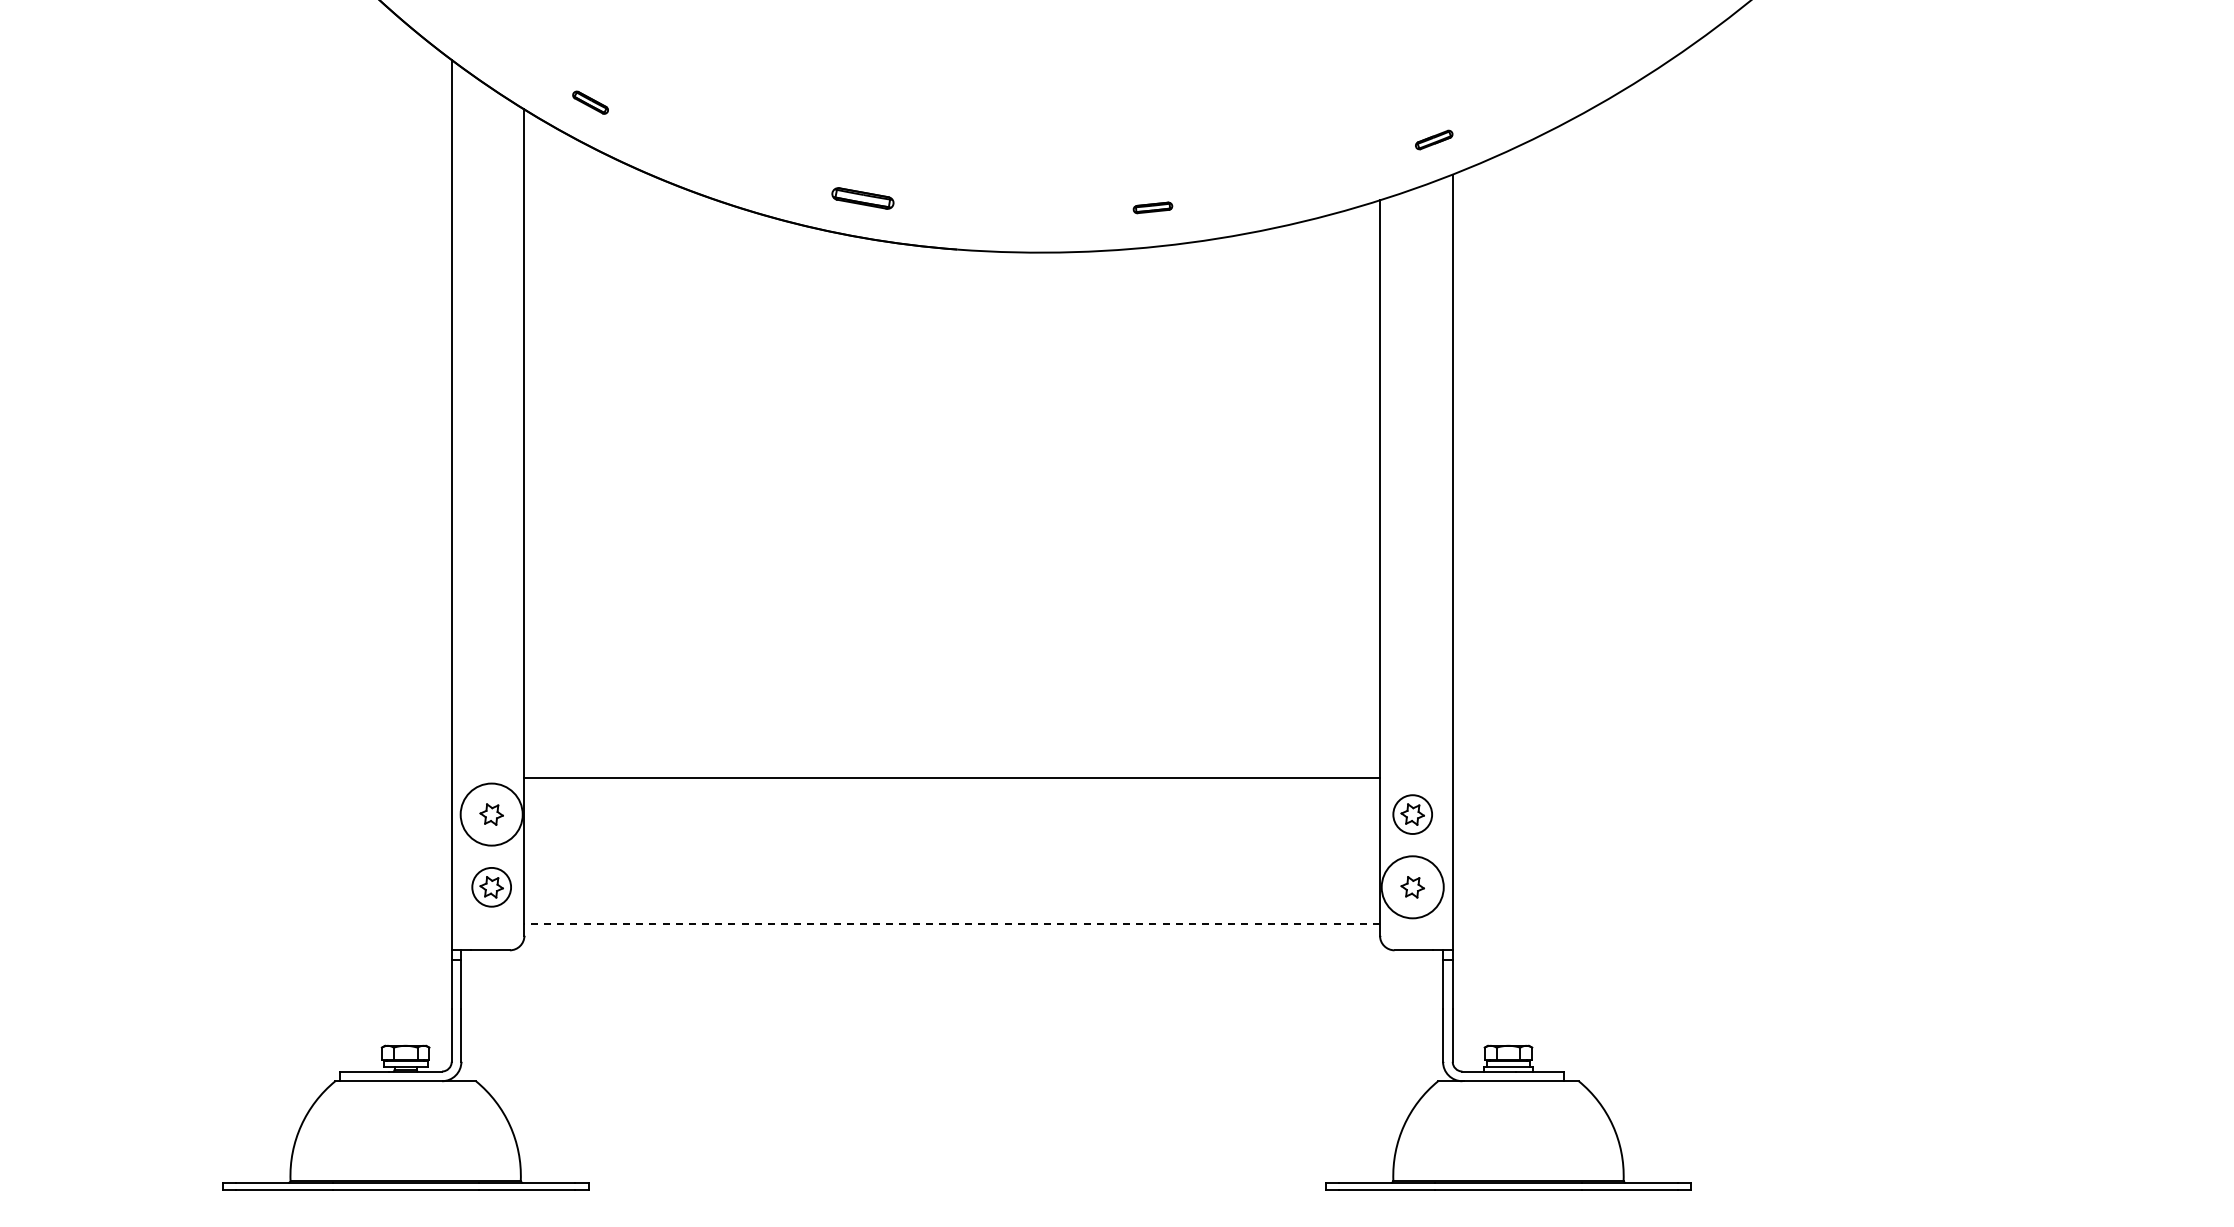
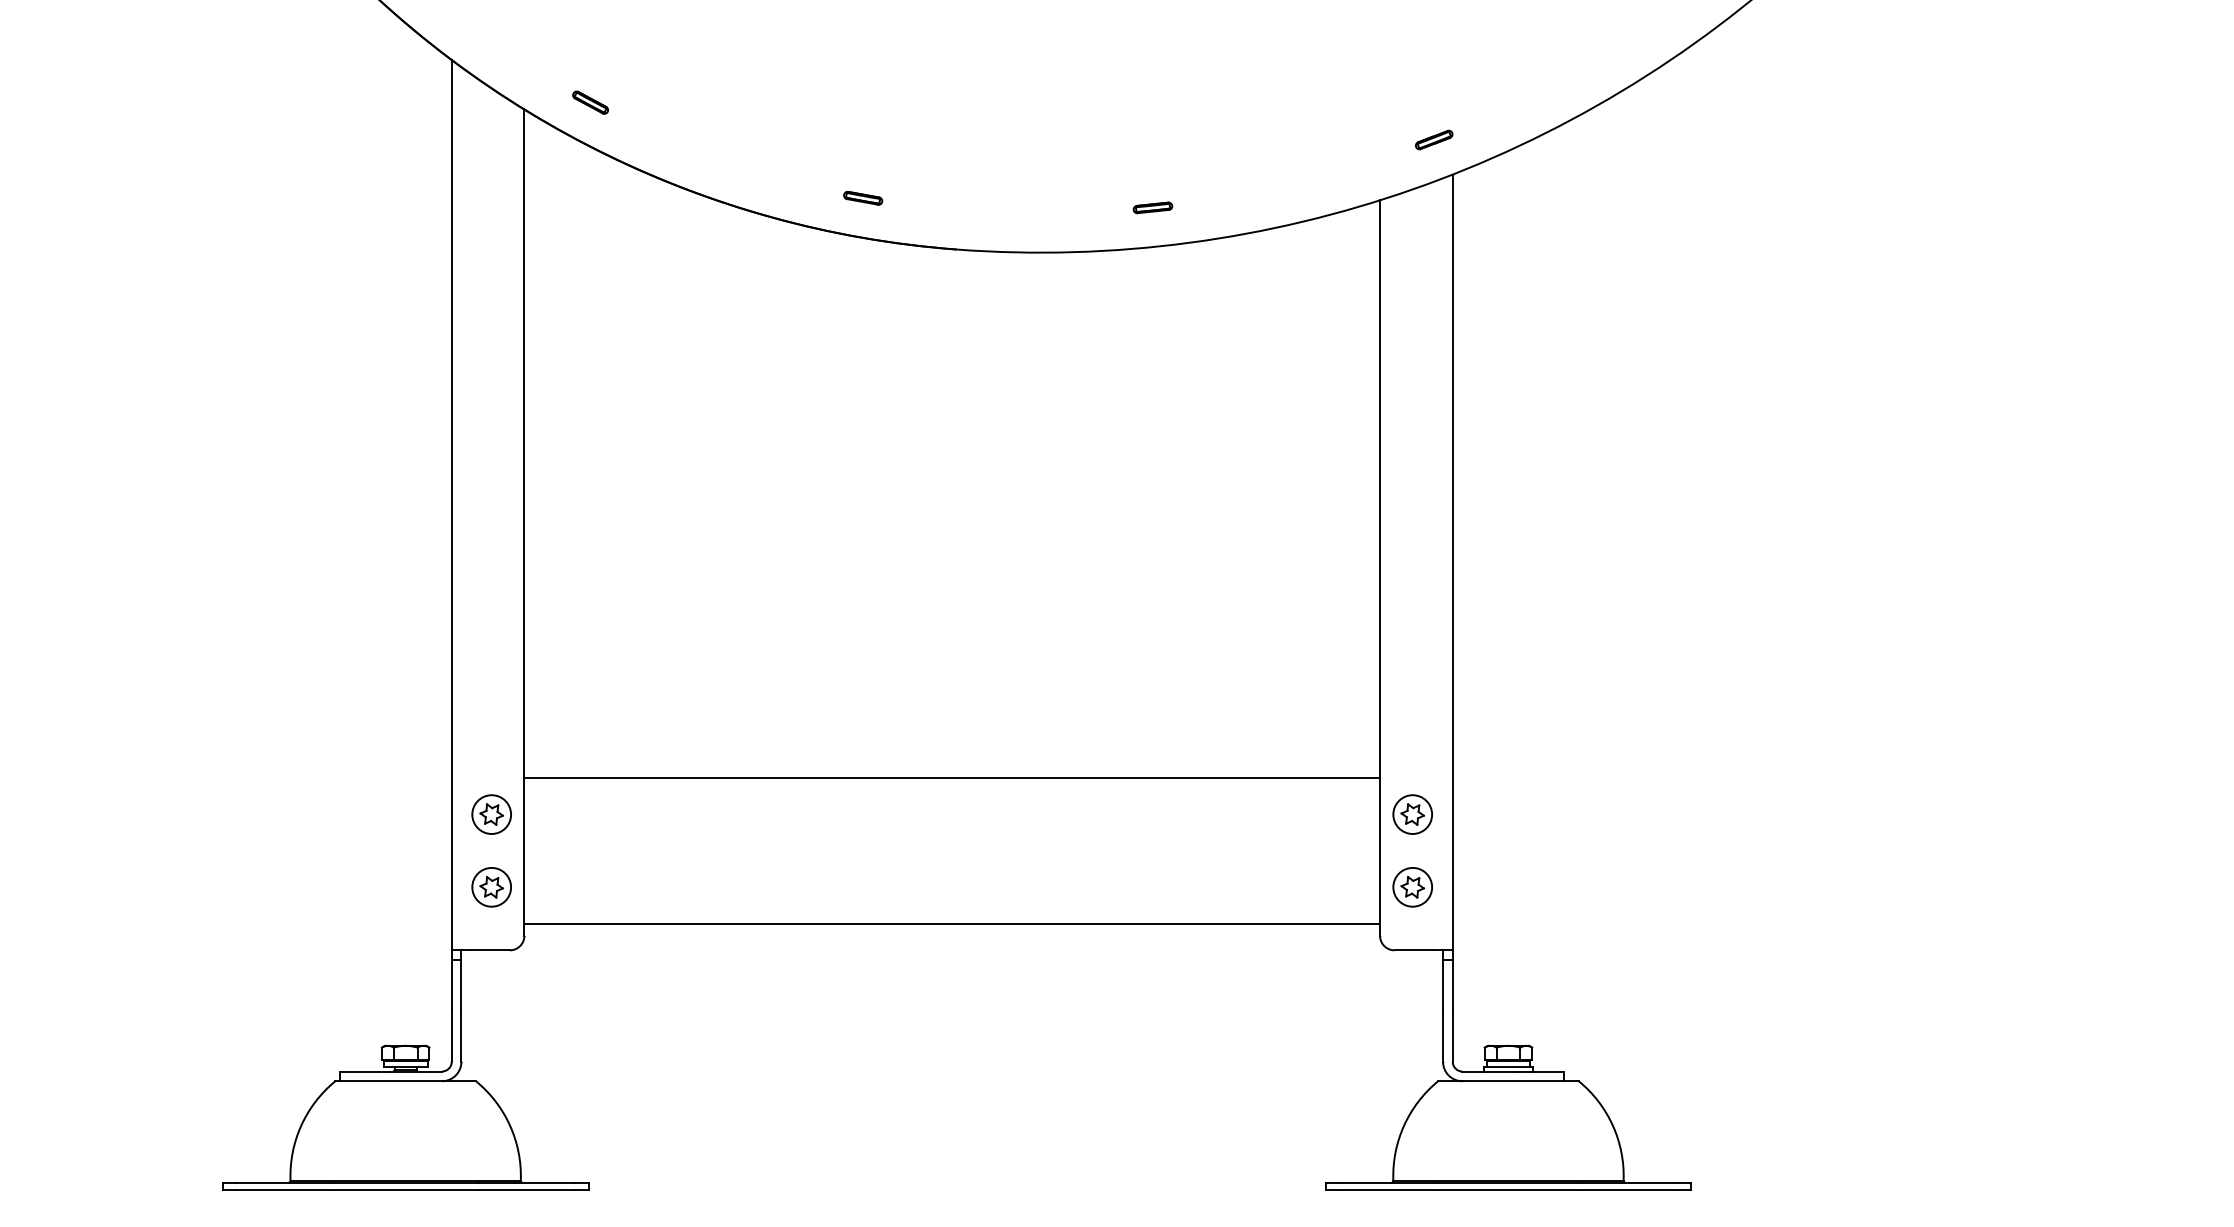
part at (862, 198) size: 64x23 px -> 41x16 px
circle at (491, 814) diameter: 62 px -> 39 px
circle at (1412, 887) diameter: 62 px -> 39 px
line at (952, 923): dashed -> solid
